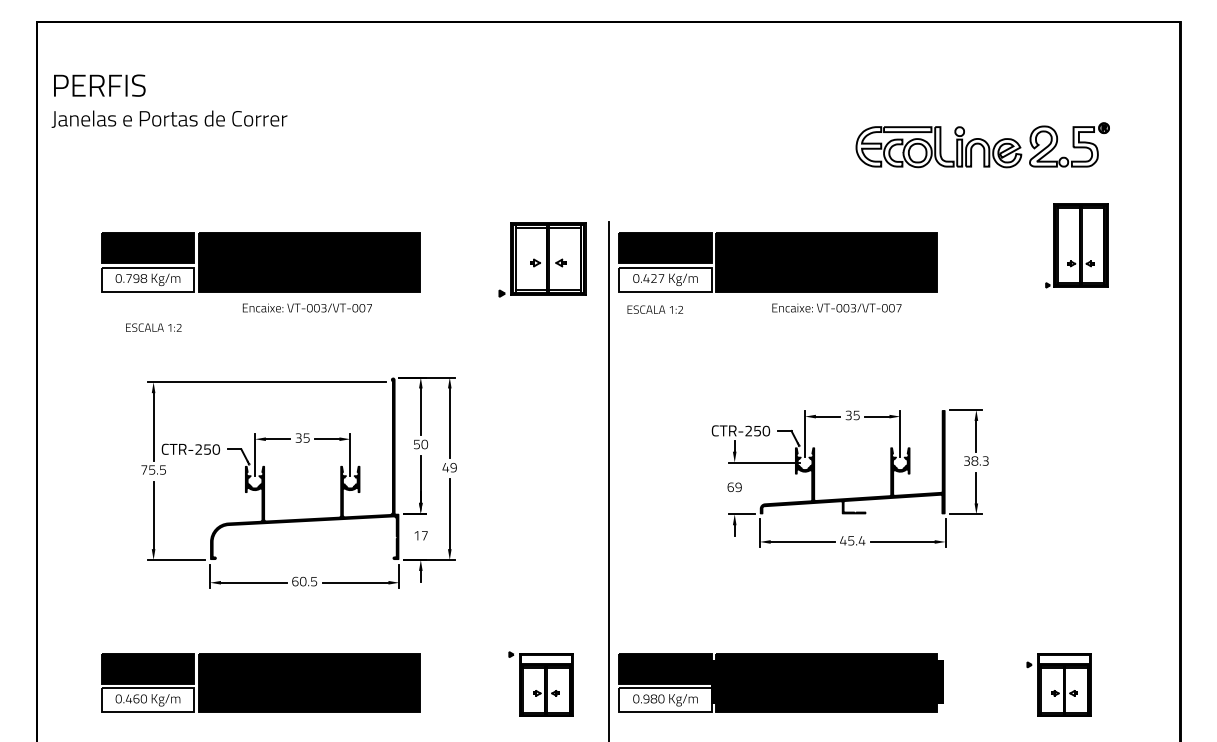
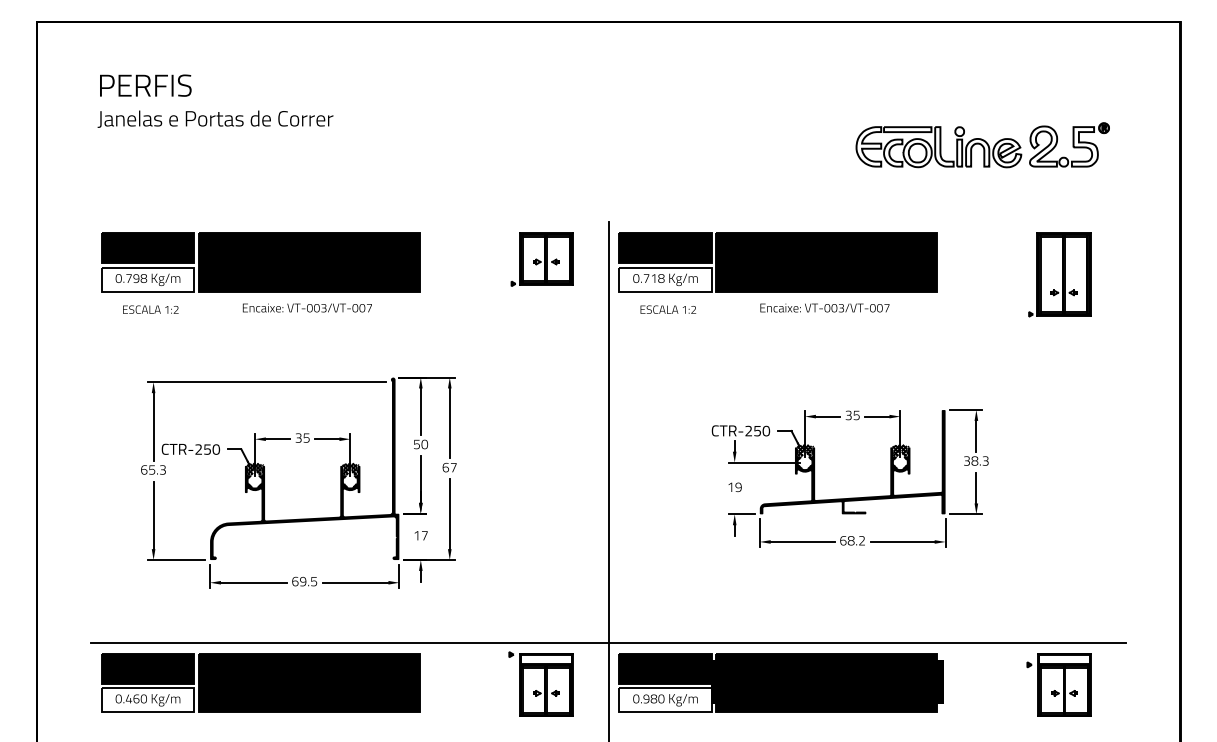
text at (169, 100) position: (169, 100) -> (215, 100)
part at (1076, 245) position: (1076, 245) -> (1059, 274)
part at (542, 259) size: 89x76 px -> 64x55 px
text at (653, 278): 0.427 -> 0.718
text at (836, 307) position: (836, 307) -> (824, 307)
text at (655, 309) position: (655, 309) -> (668, 309)
text at (153, 327) position: (153, 327) -> (150, 309)
hatch at (805, 450): none -> present
hatch at (900, 450): none -> present
text at (449, 467): 49 -> 67
text at (153, 469): 75.5 -> 65.3
hatch at (255, 469): none -> present
hatch at (350, 469): none -> present
text at (730, 487): 69 -> 19
text at (852, 540): 45.4 -> 68.2
text at (303, 581): 60.5 -> 69.5
line at (608, 642): none -> present
